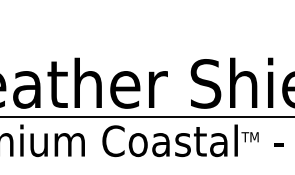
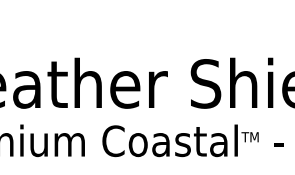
line at (146, 116): present -> none
